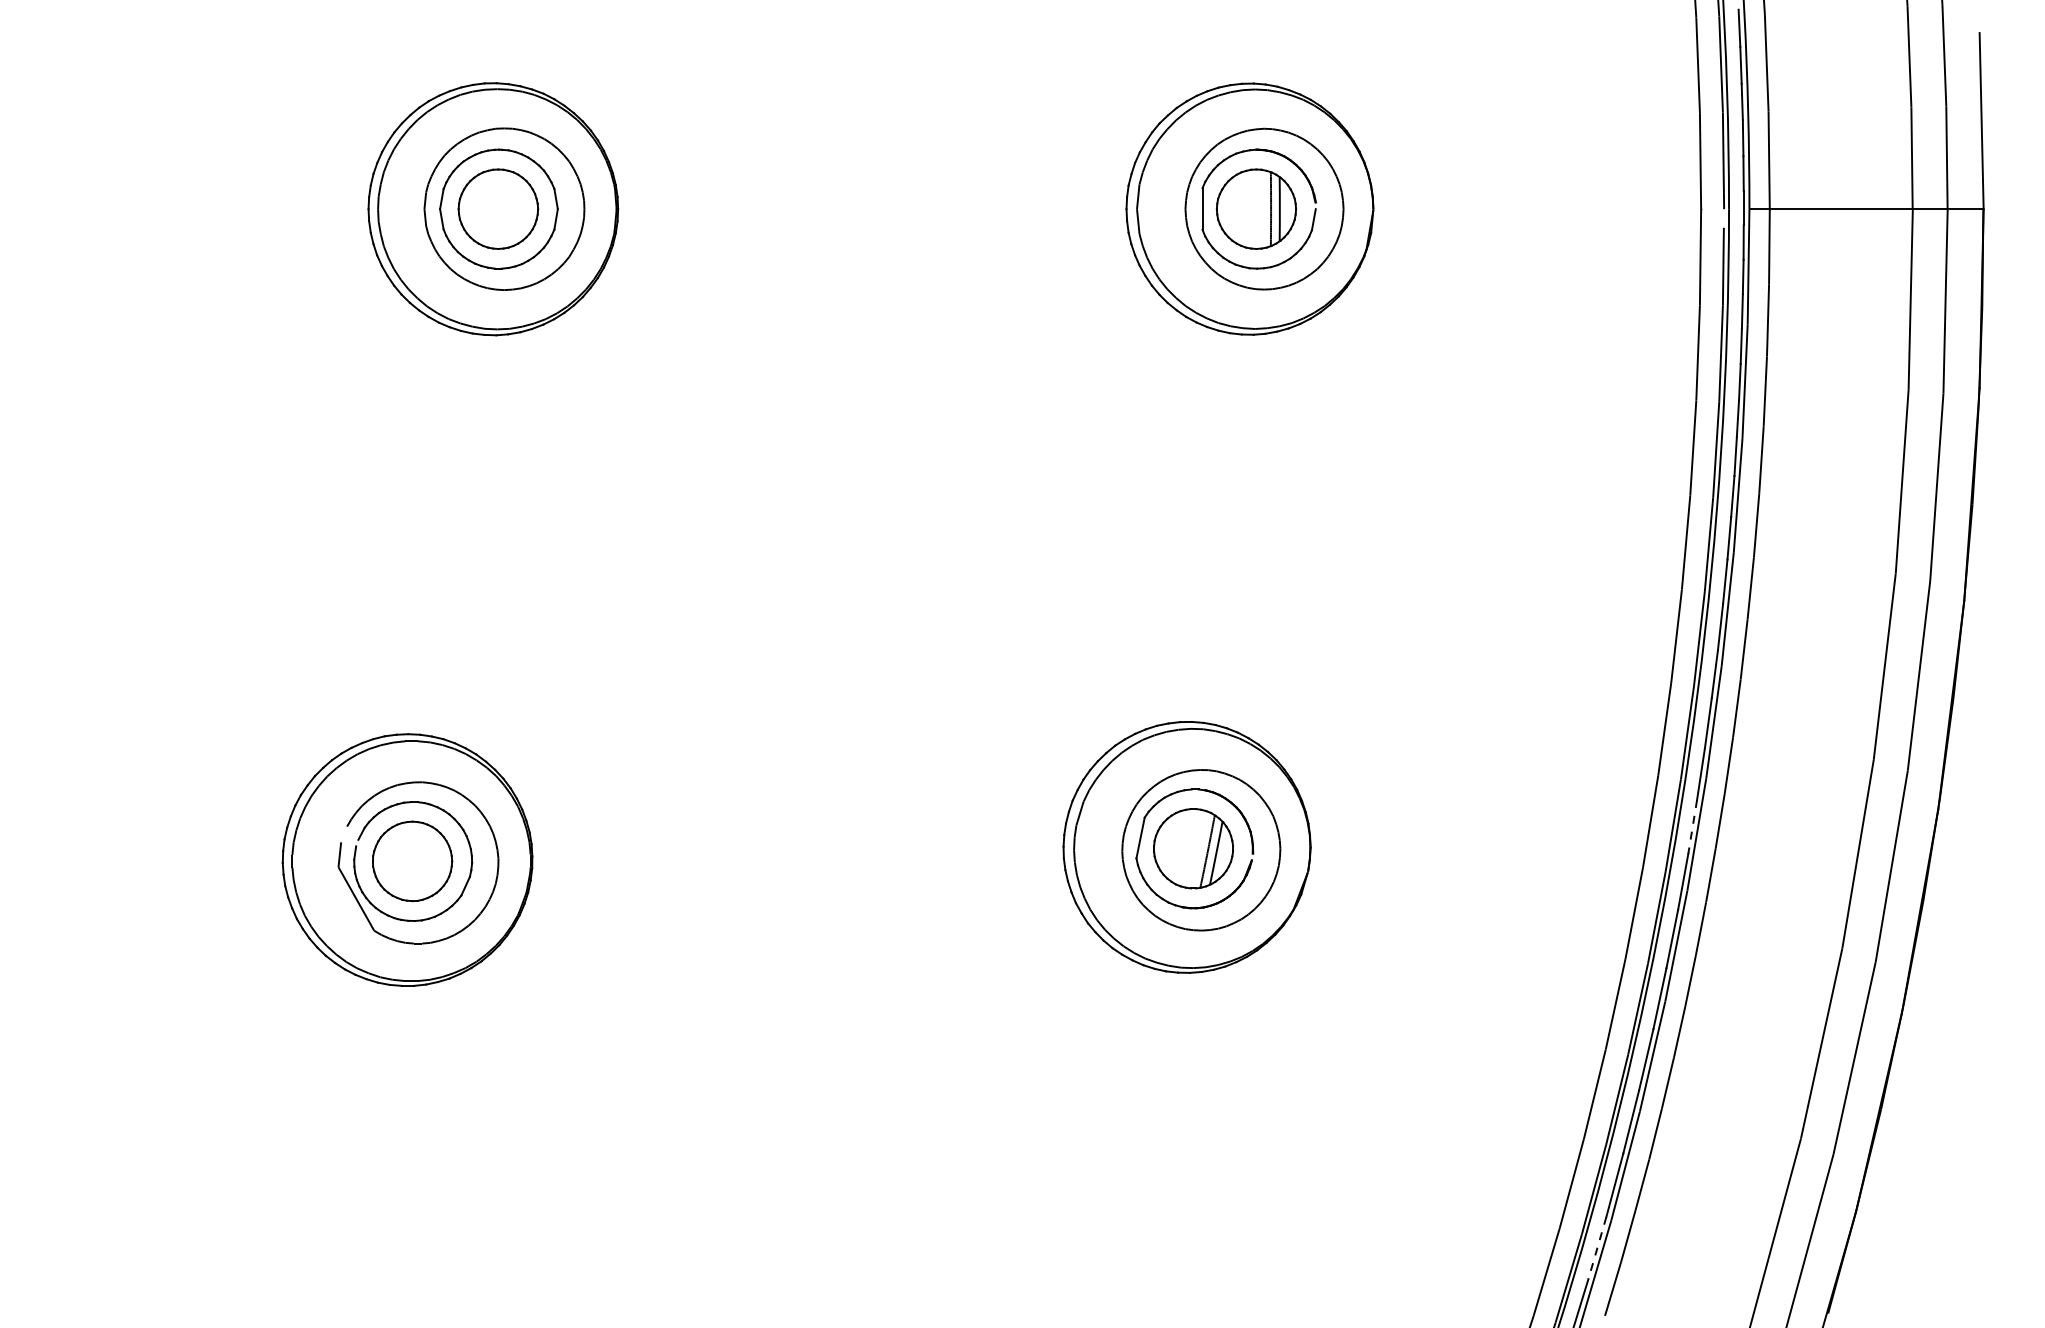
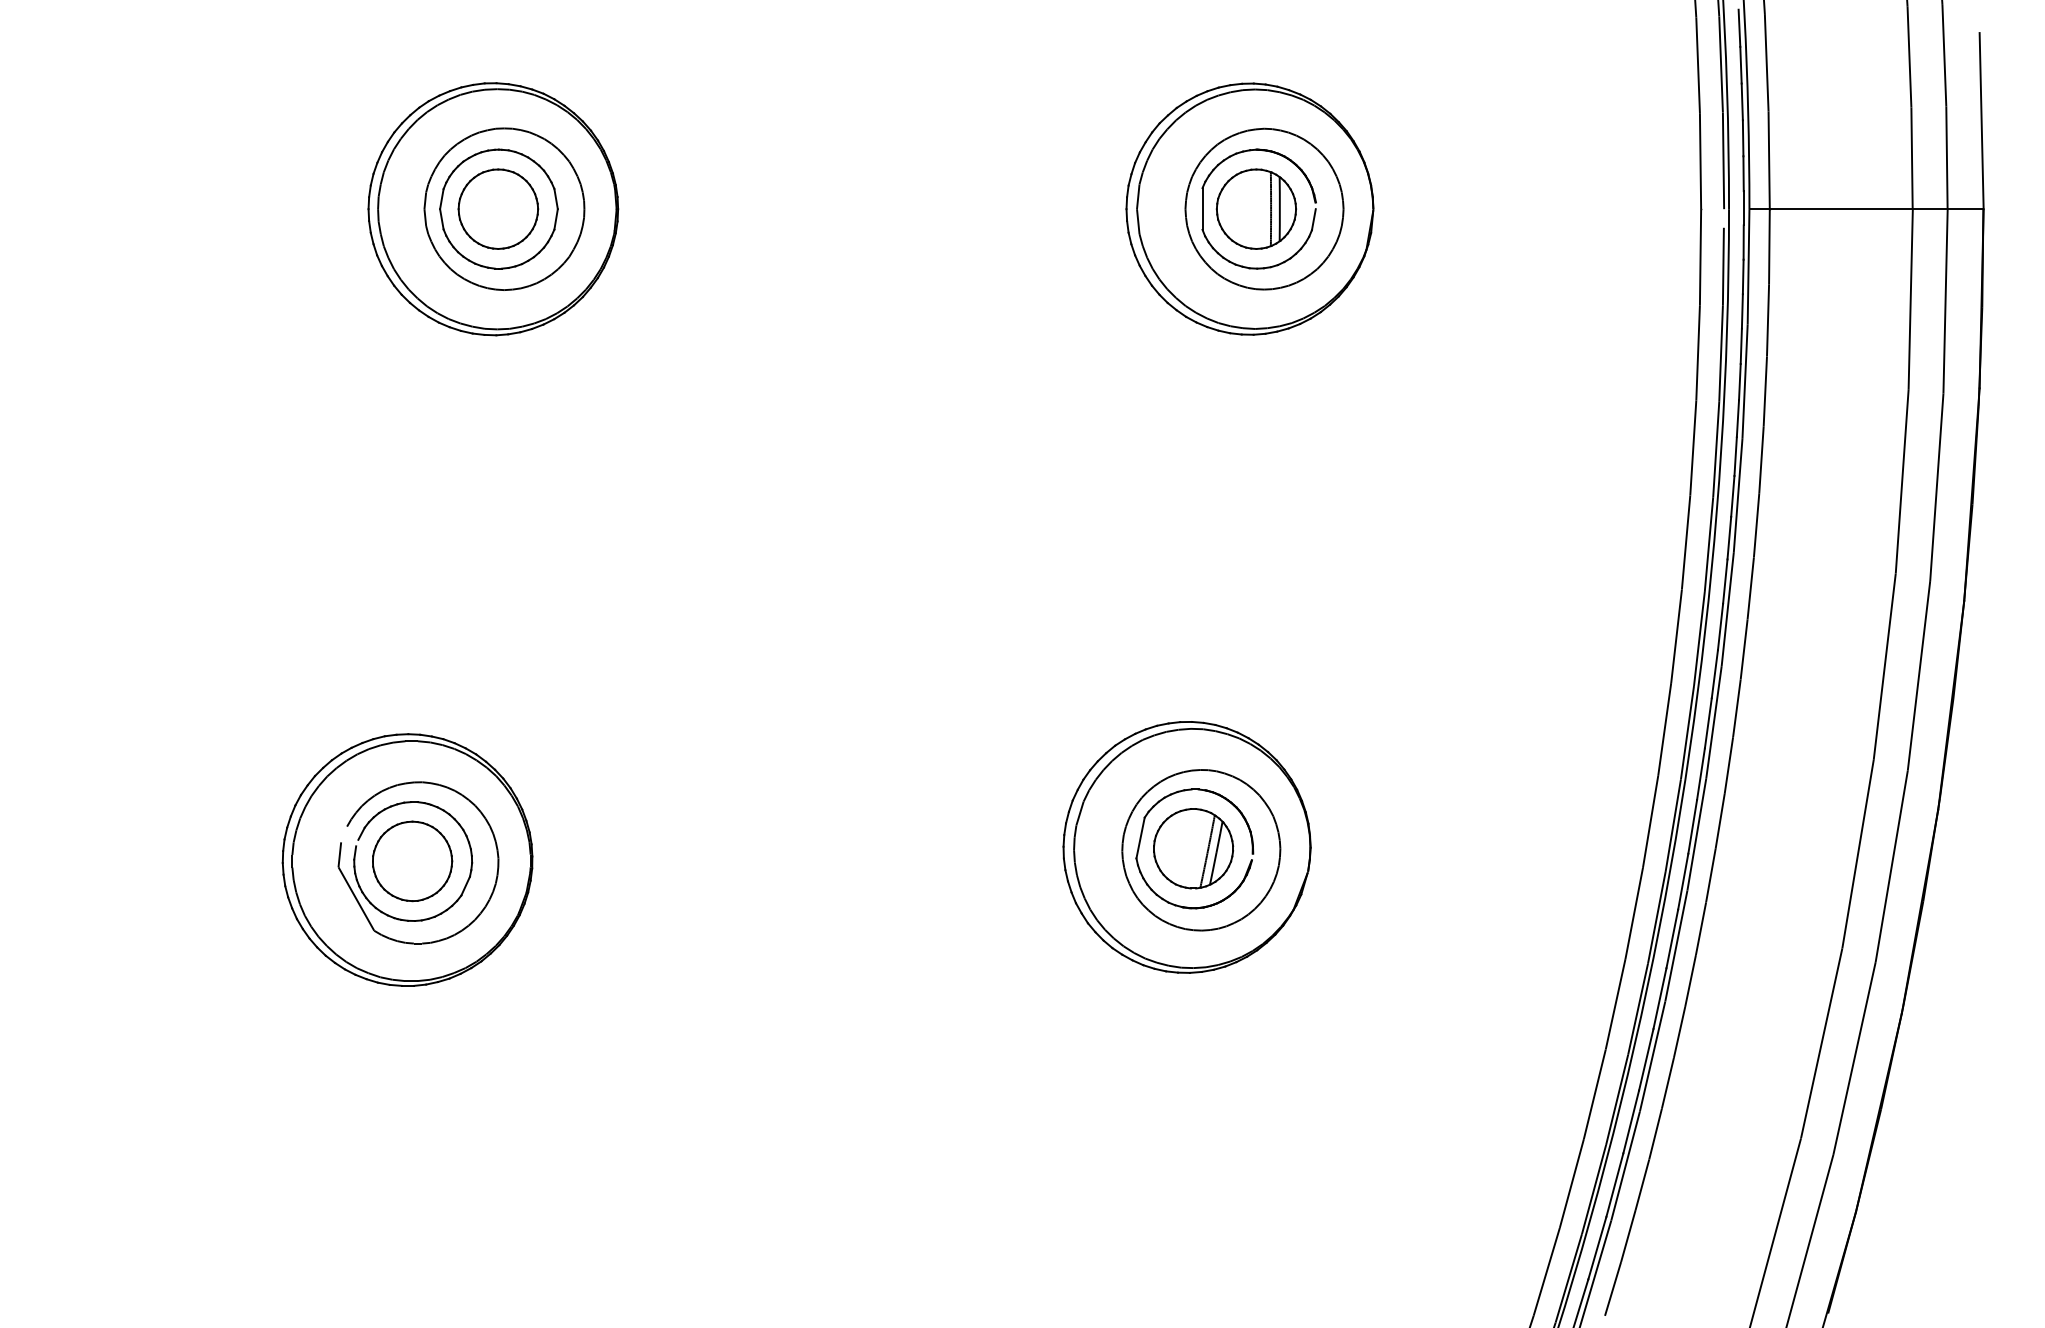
line at (1692, 827): dashed -> solid
line at (1597, 1248): dashed -> solid
